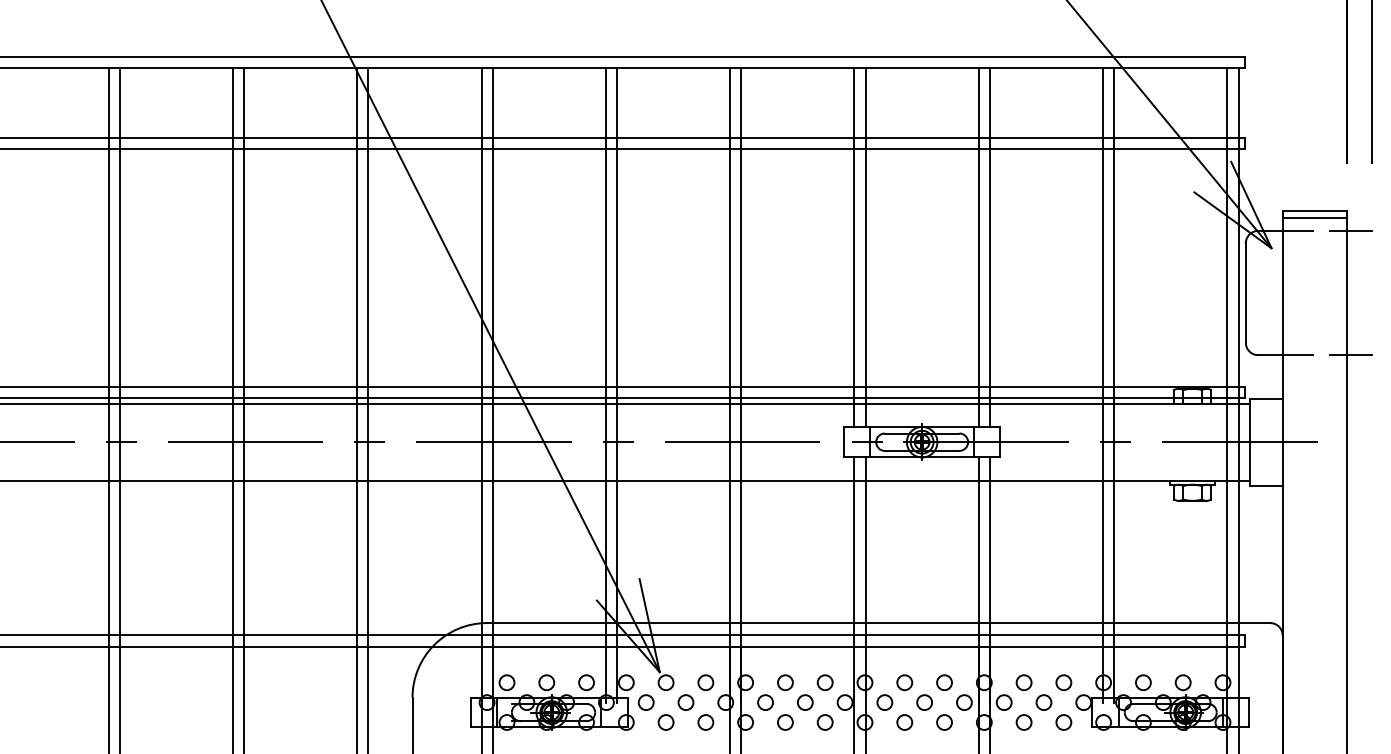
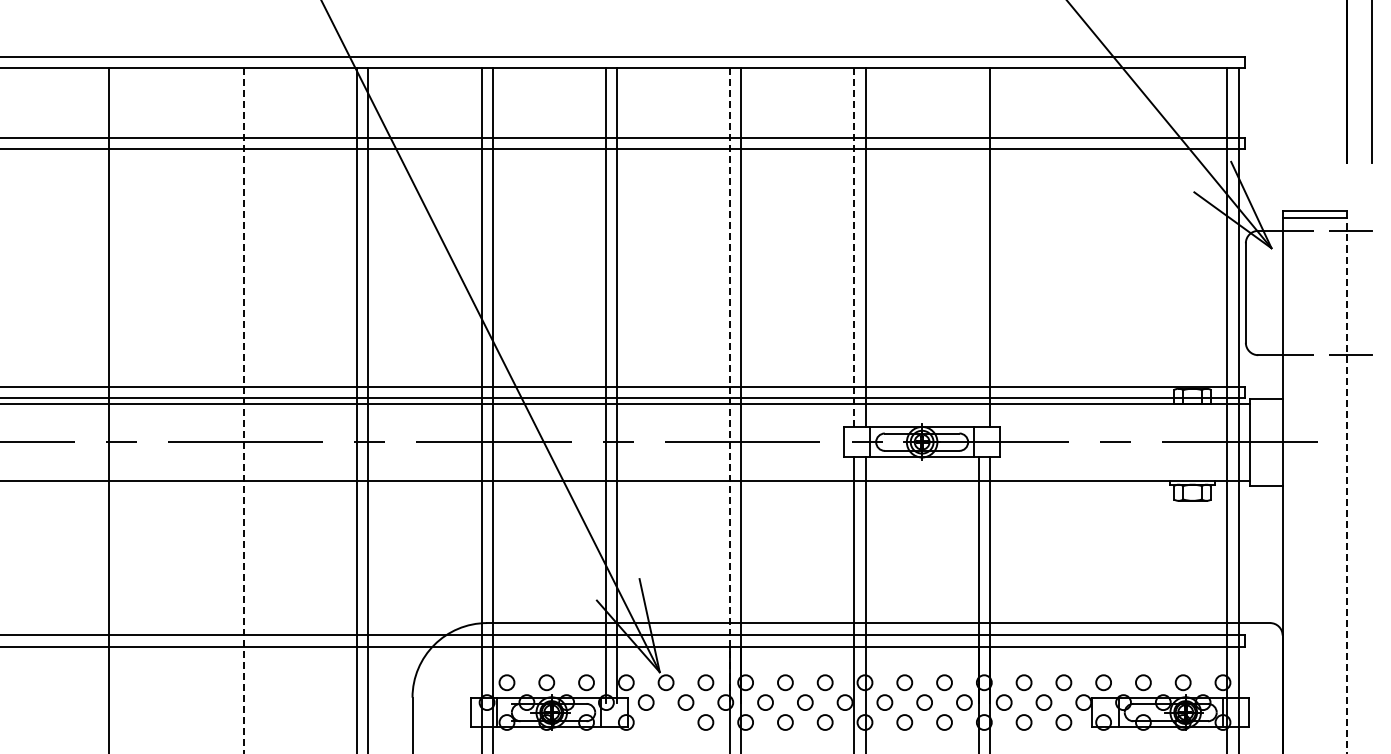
line at (854, 247): solid -> dashed
line at (978, 247): present -> none
line at (730, 385): solid -> dashed
line at (1103, 385): present -> none
line at (1114, 385): present -> none
line at (119, 409): present -> none
line at (232, 409): present -> none
line at (244, 410): solid -> dashed
line at (1347, 485): solid -> dashed
circle at (665, 722): present -> none
